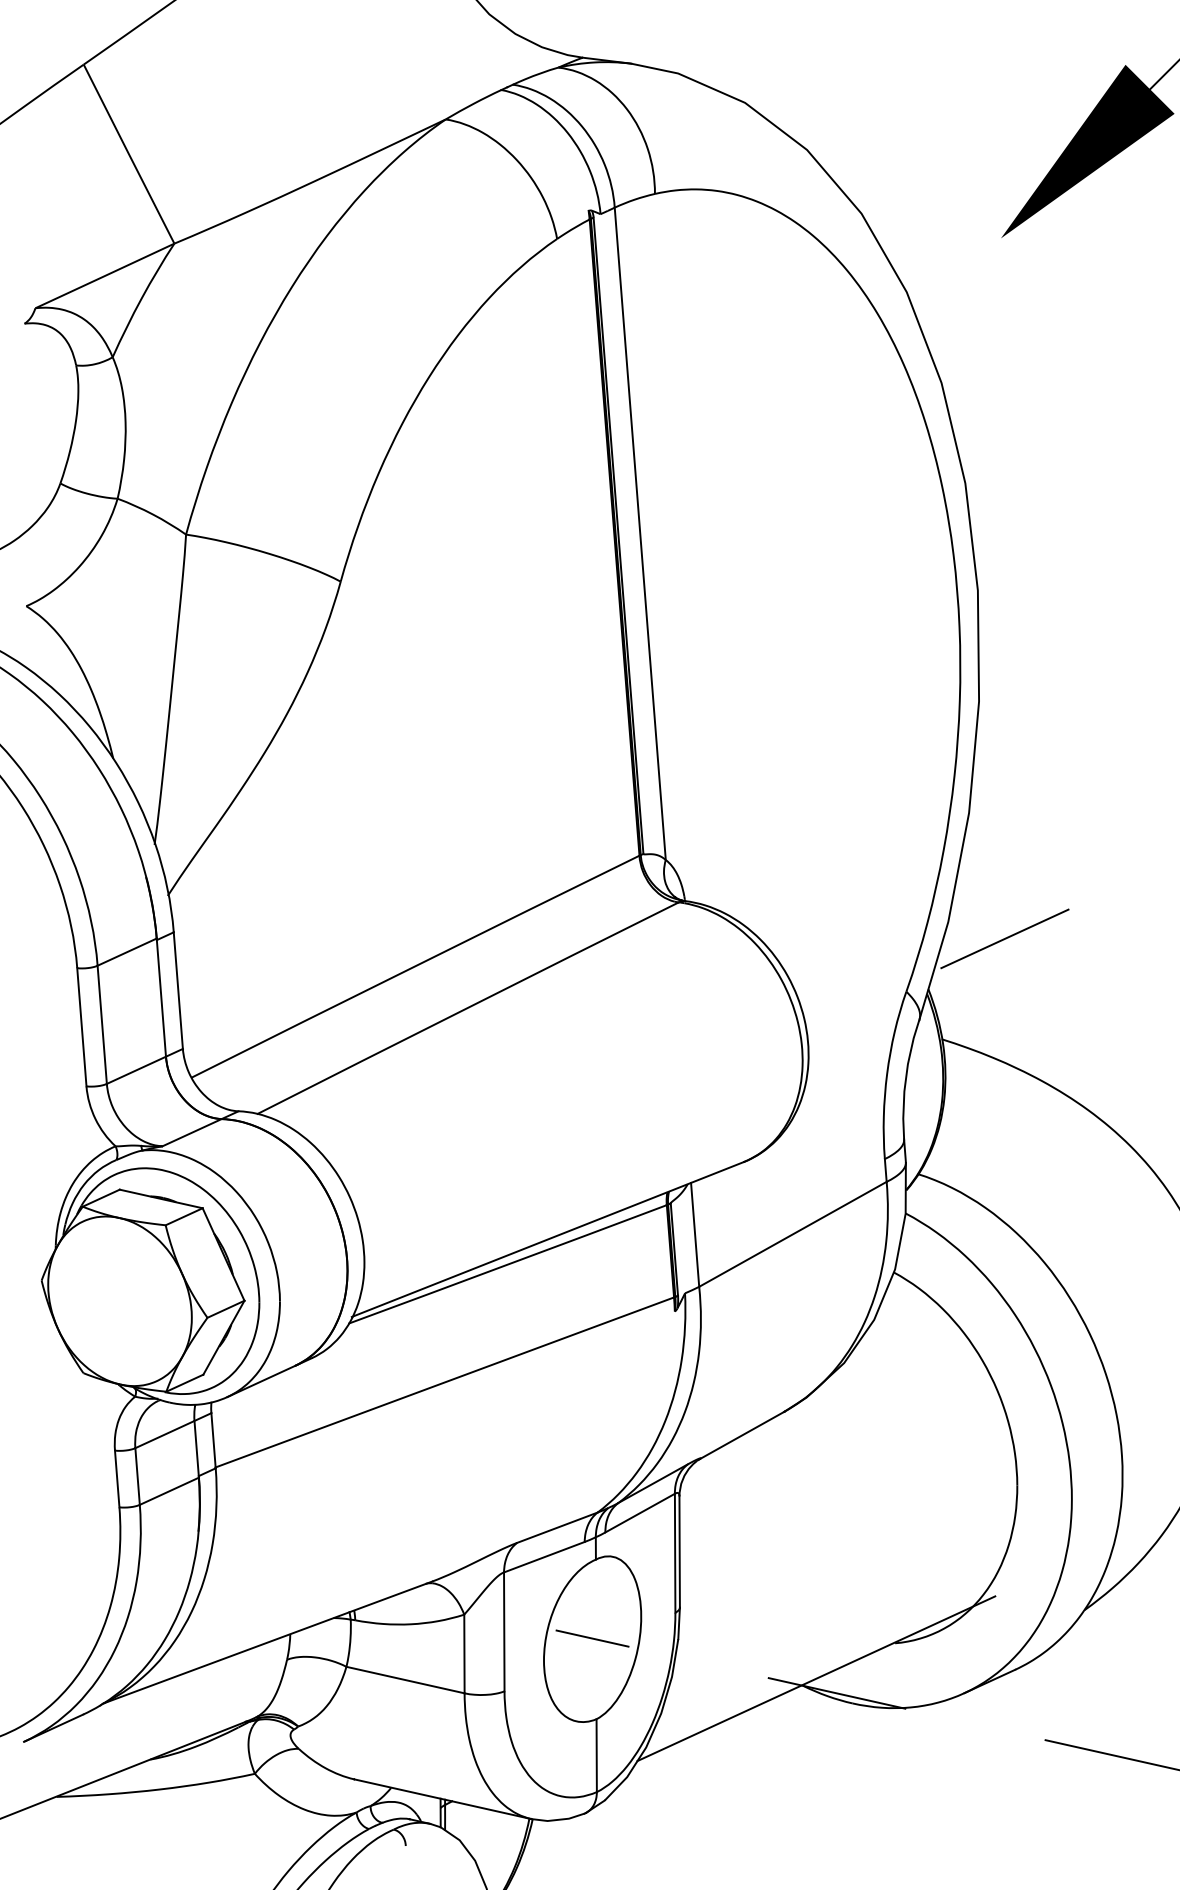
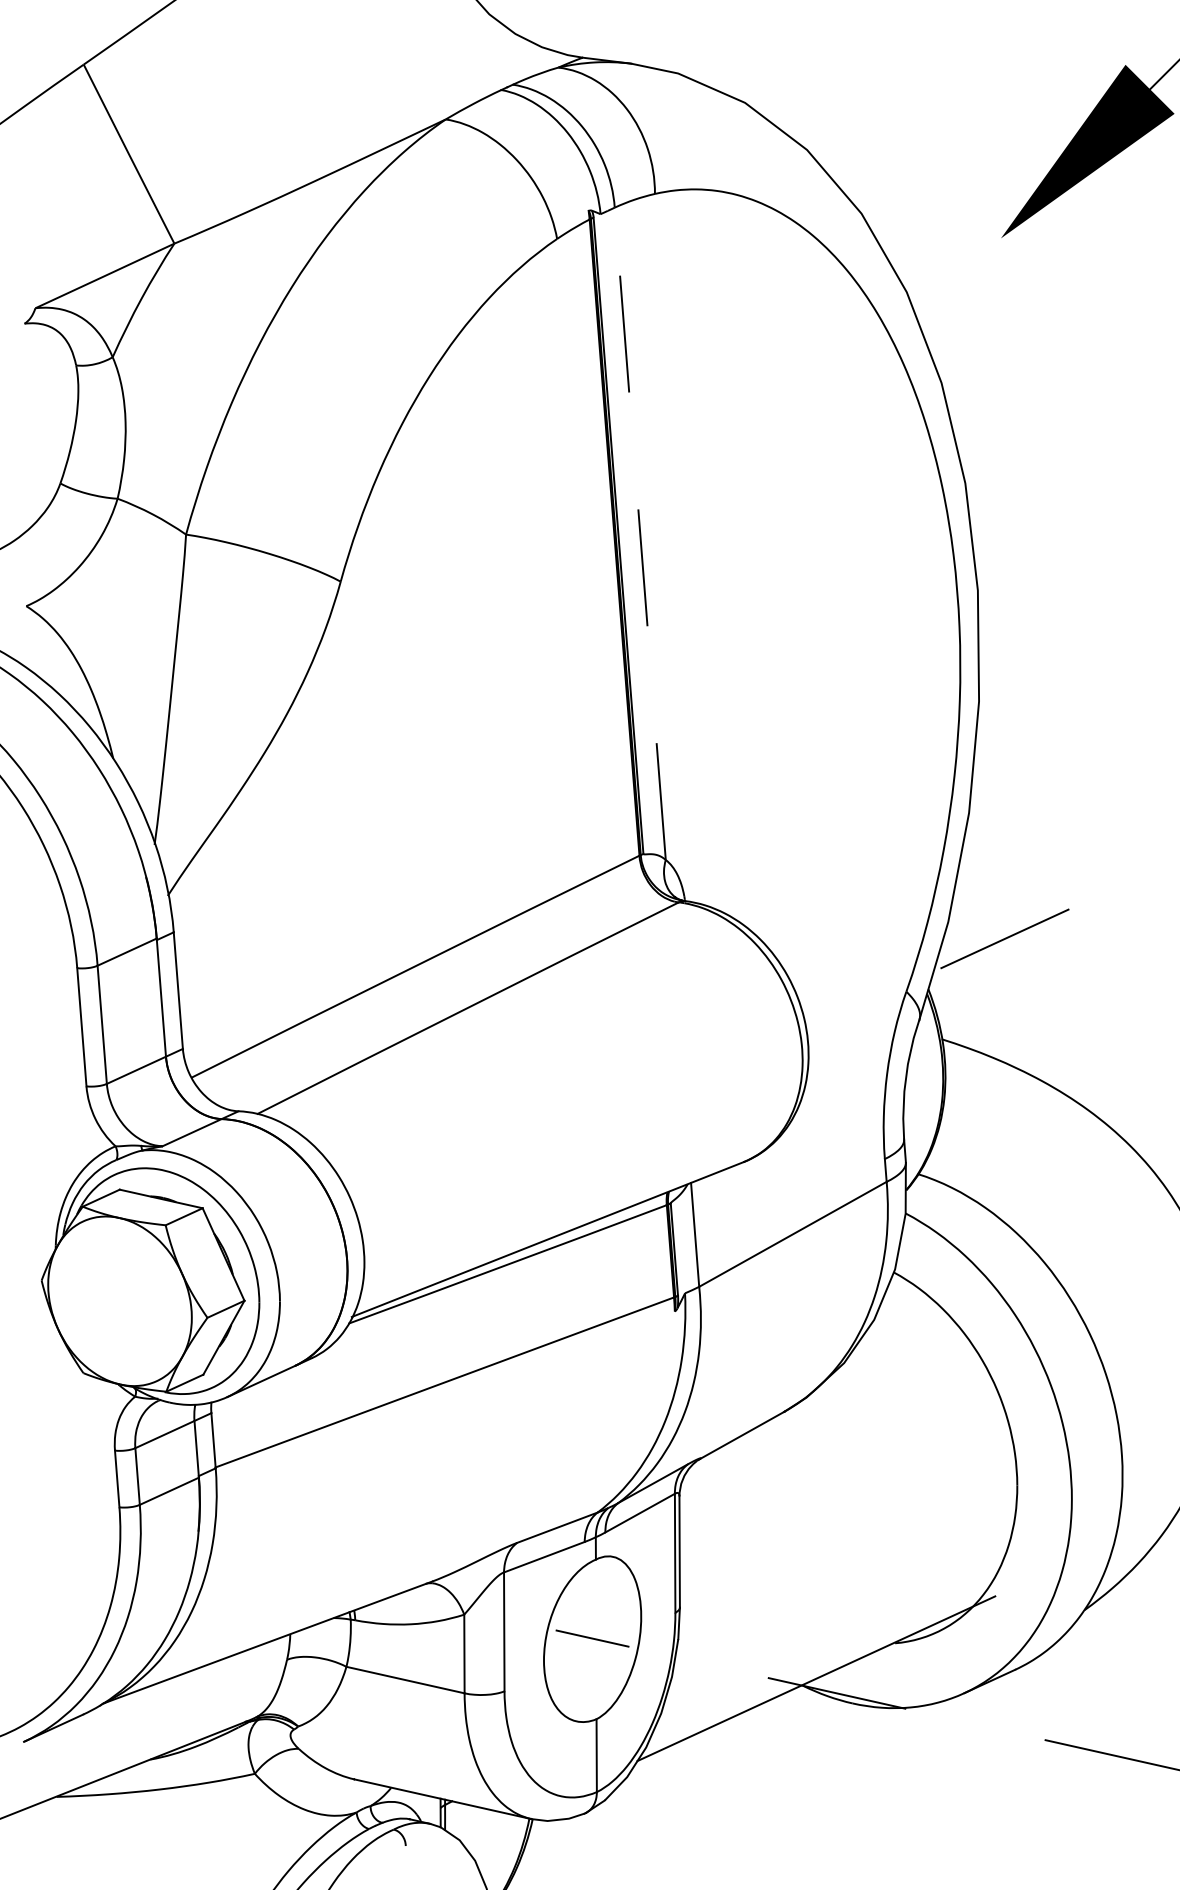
line at (640, 533): solid -> dashed
